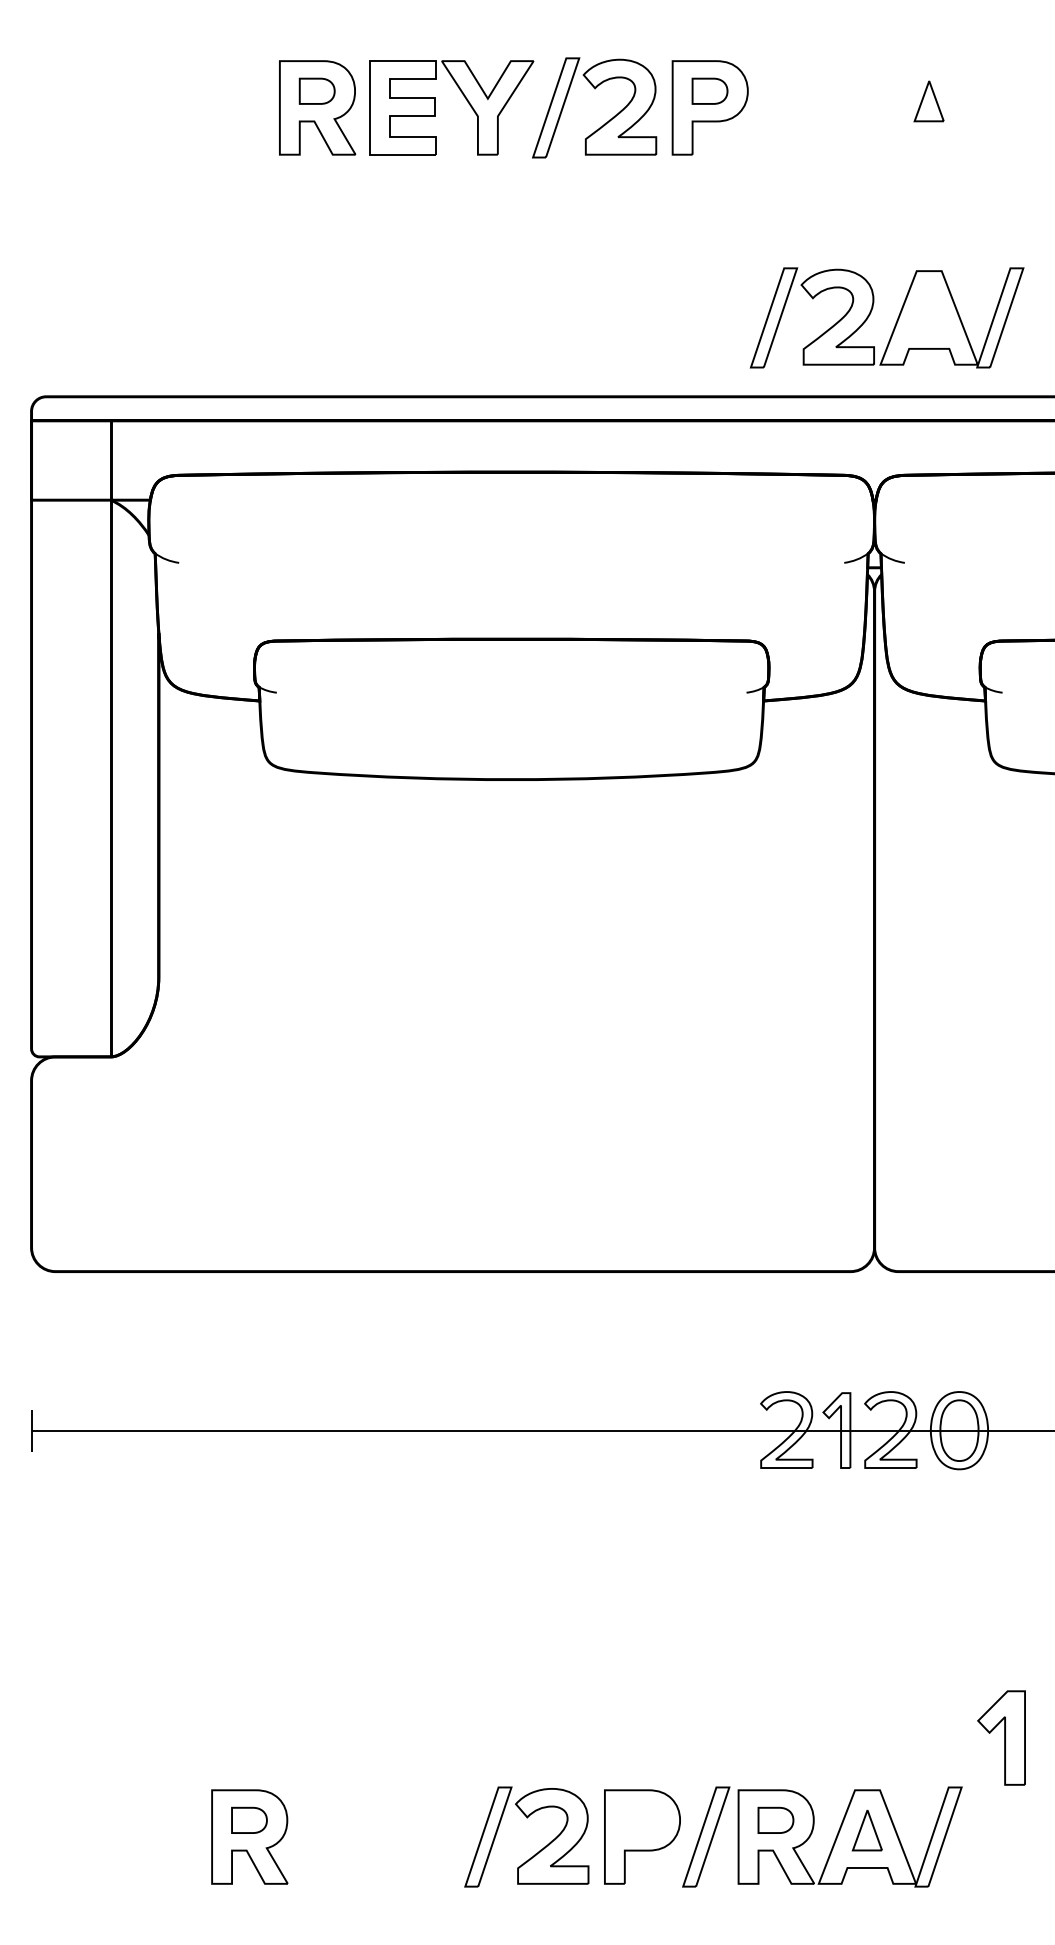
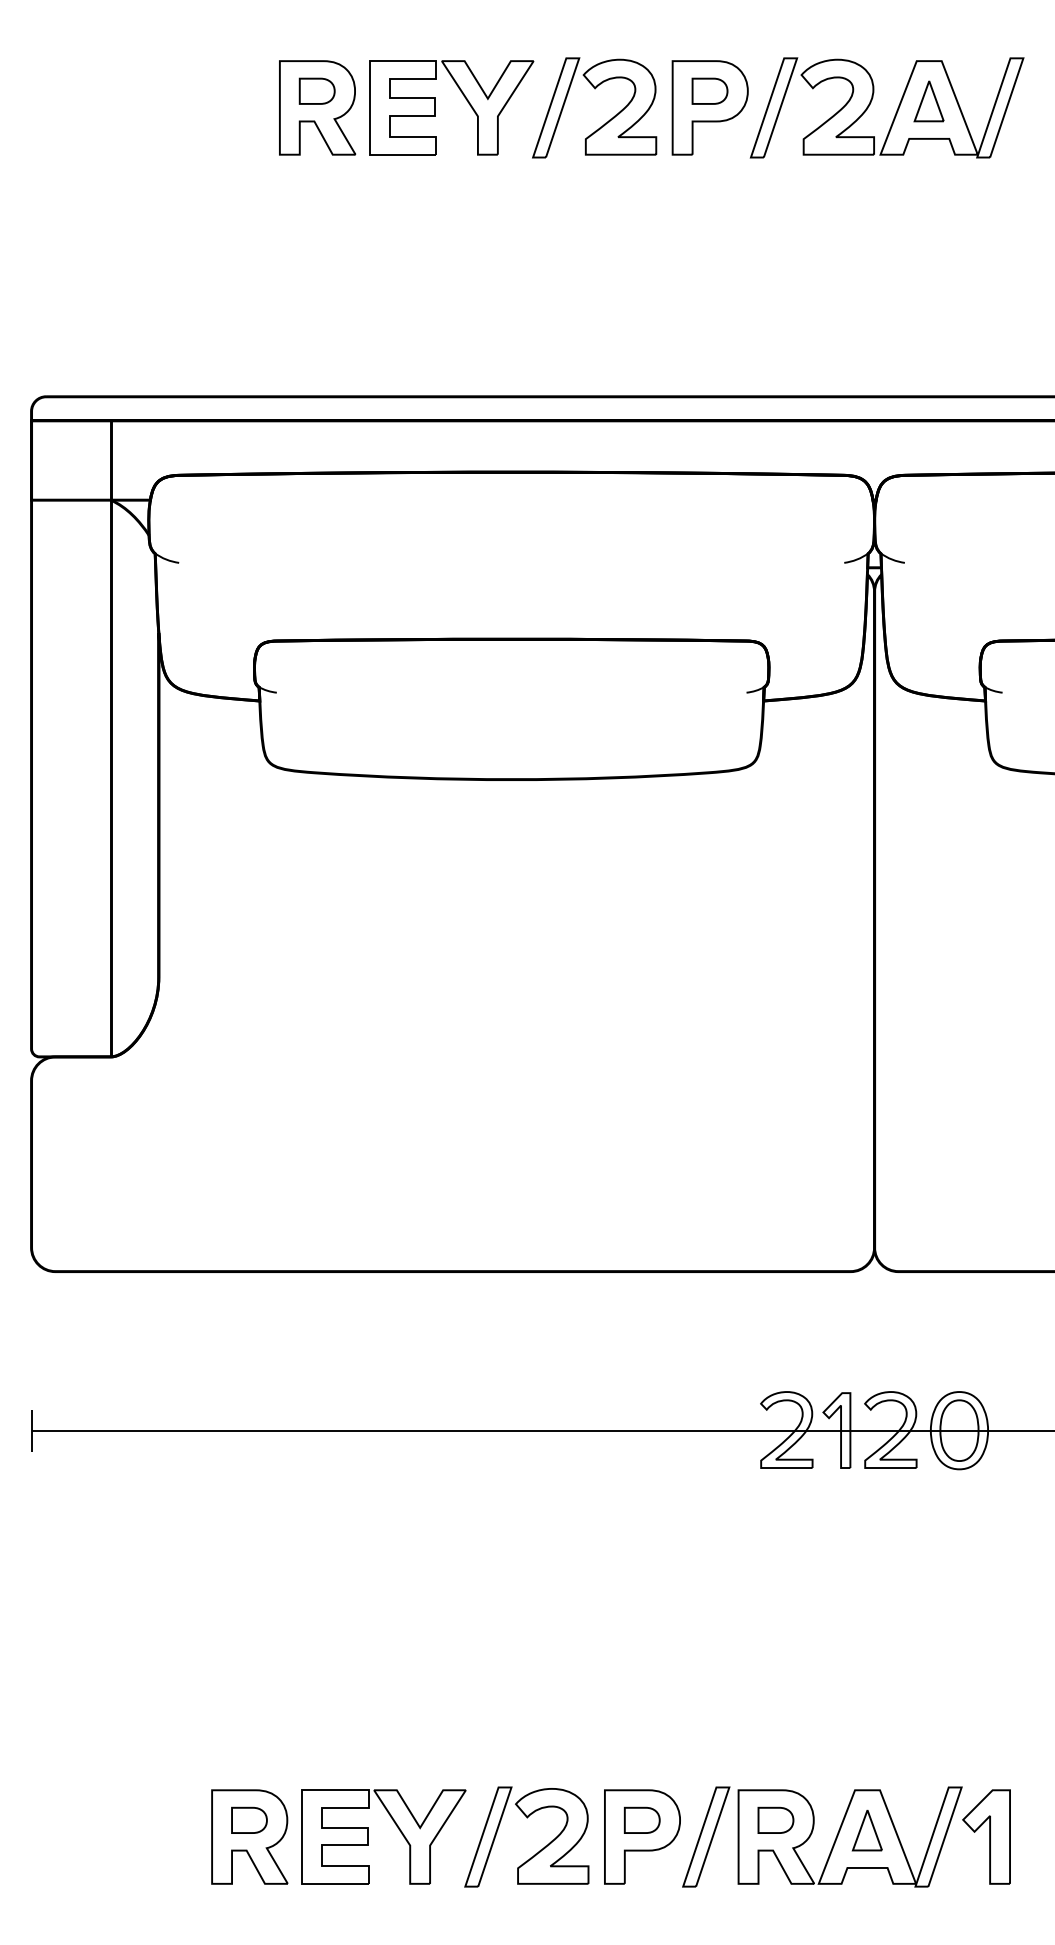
part at (895, 322) position: (895, 322) -> (895, 112)
part at (1001, 1737) position: (1001, 1737) -> (986, 1836)
part at (641, 1819): none -> present
part at (368, 1836): none -> present
